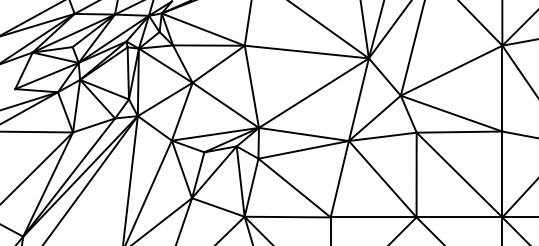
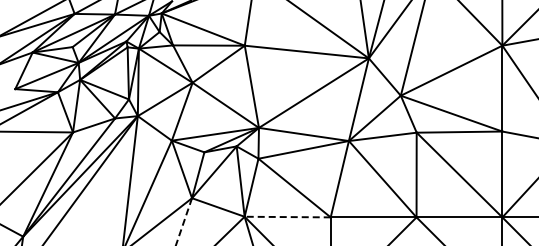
line at (287, 217): solid -> dashed
line at (184, 221): solid -> dashed
